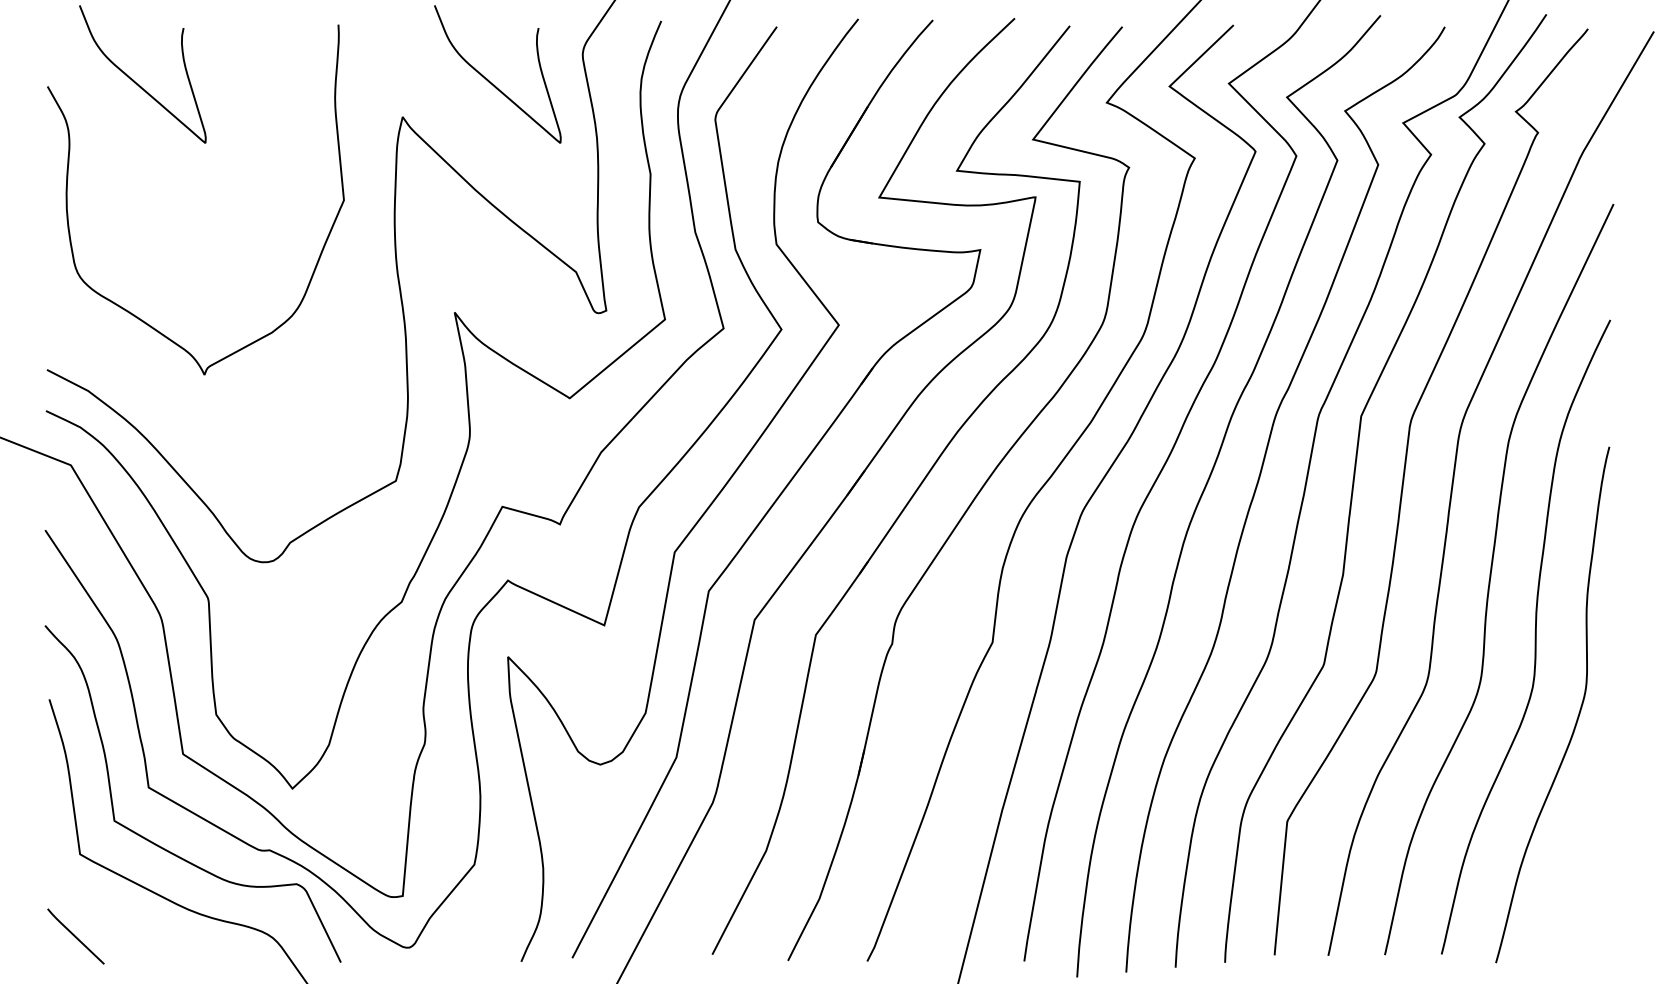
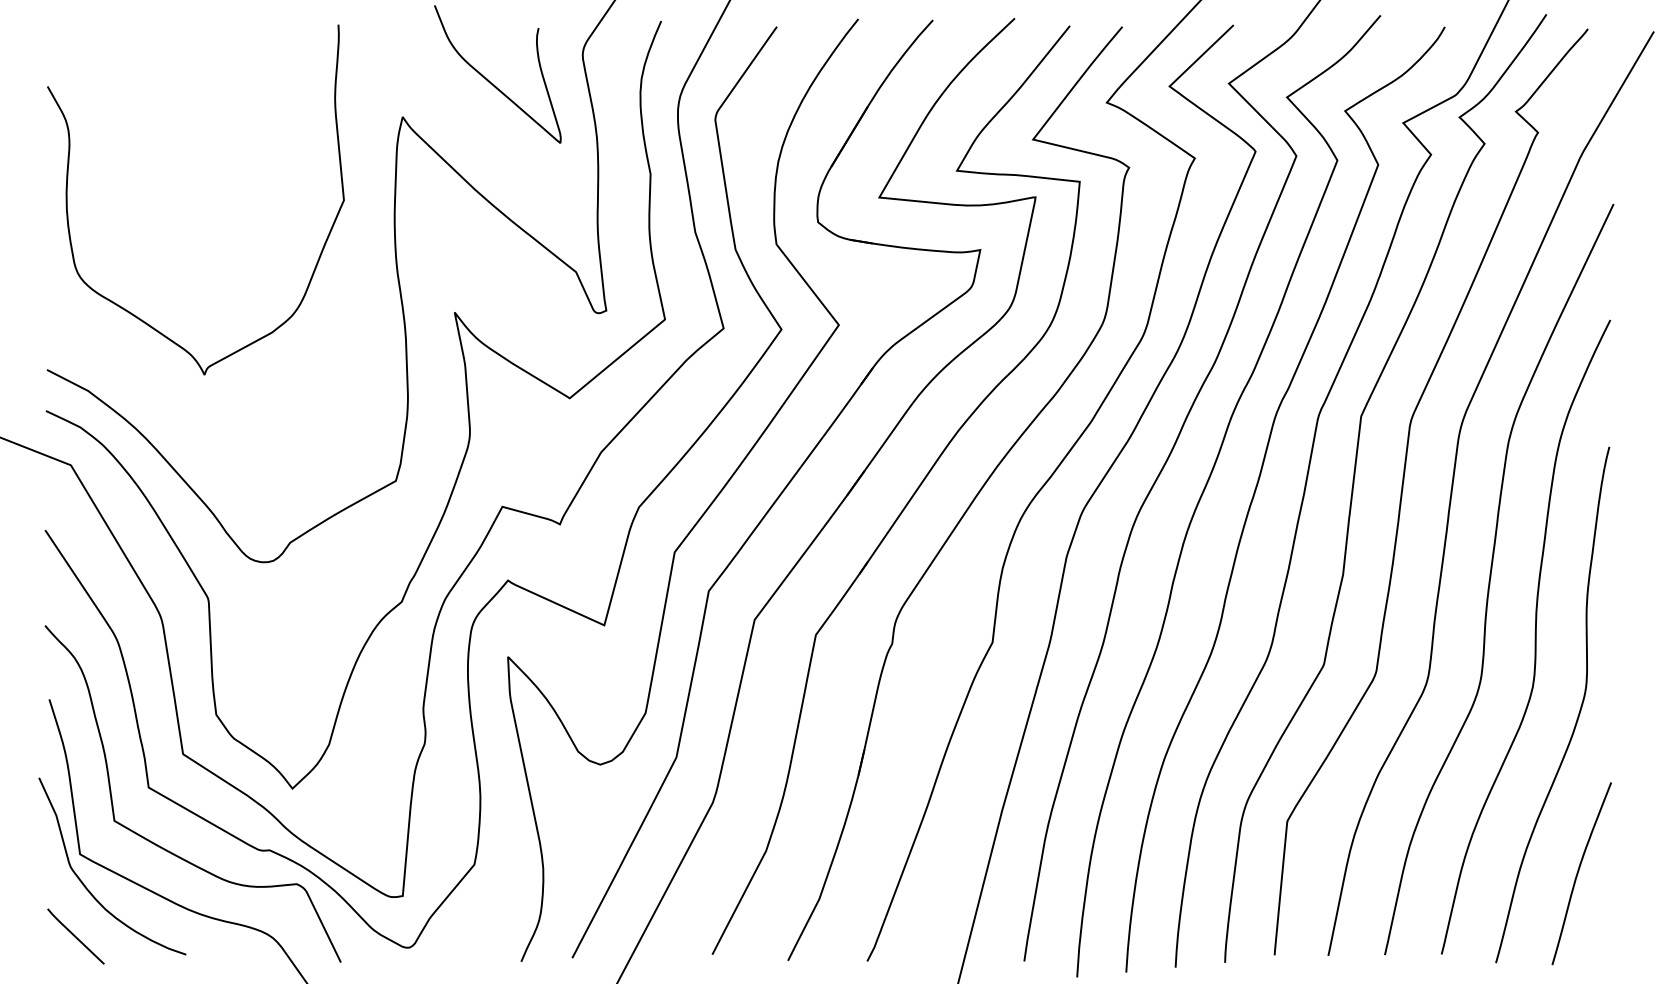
curve at (135, 81): present -> none
curve at (1579, 871): none -> present
curve at (86, 886): none -> present
